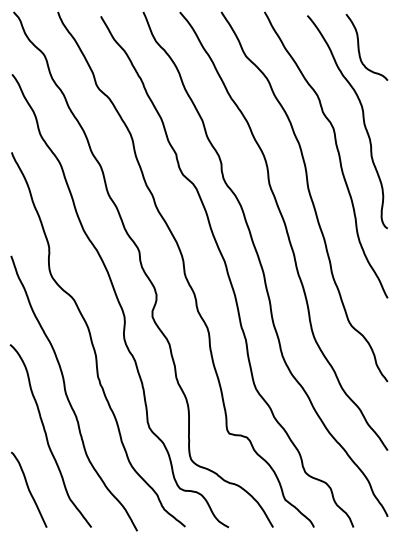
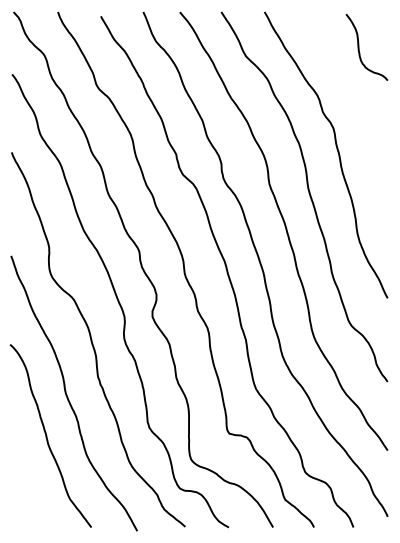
curve at (362, 118): present -> none
curve at (29, 489): present -> none
